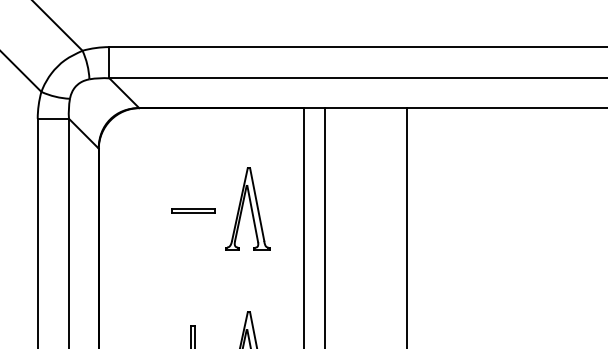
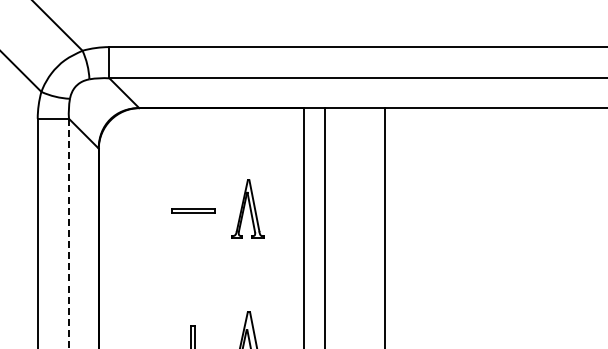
part at (247, 208) size: 46x84 px -> 34x60 px
line at (407, 226) position: (407, 226) -> (385, 226)
line at (69, 233): solid -> dashed
